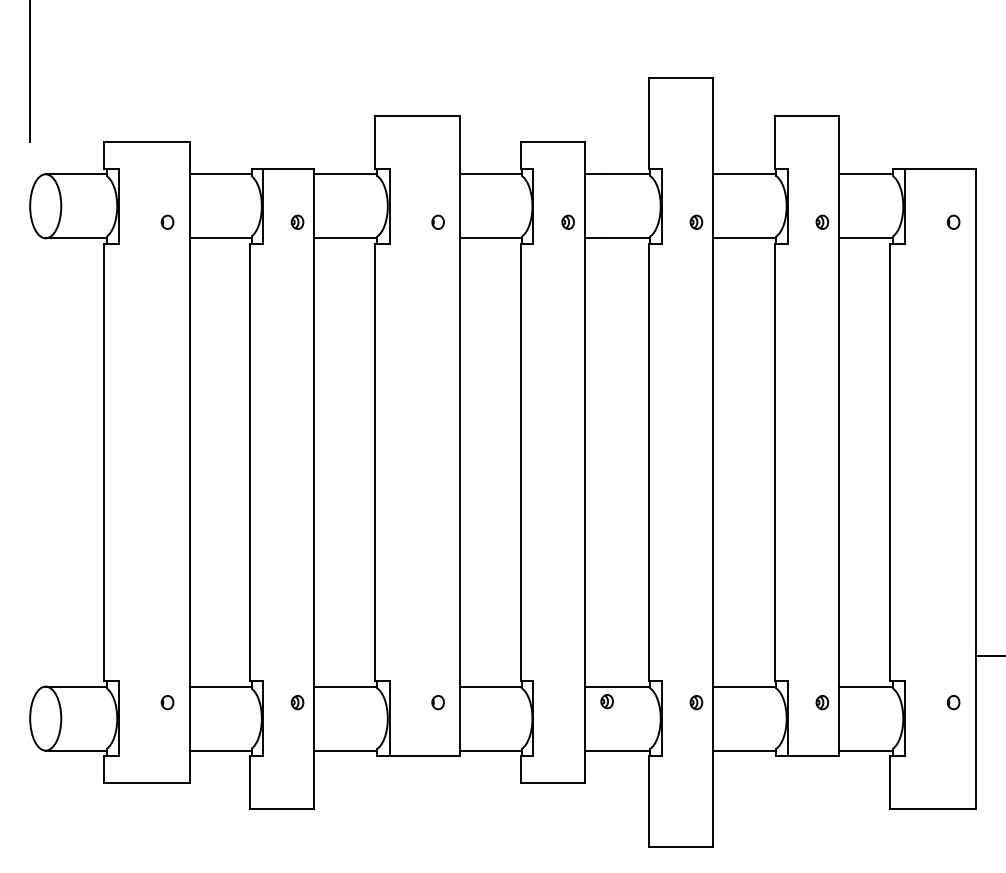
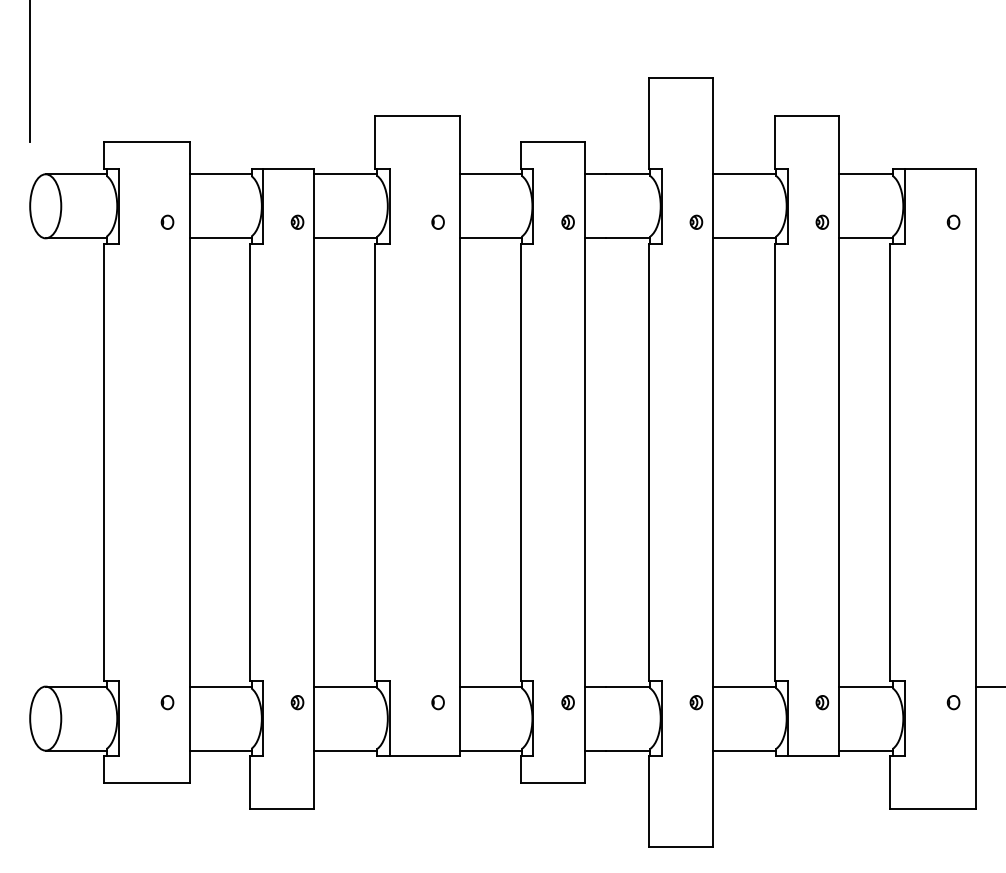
line at (988, 655) position: (988, 655) -> (988, 686)
part at (606, 701) position: (606, 701) -> (567, 702)
